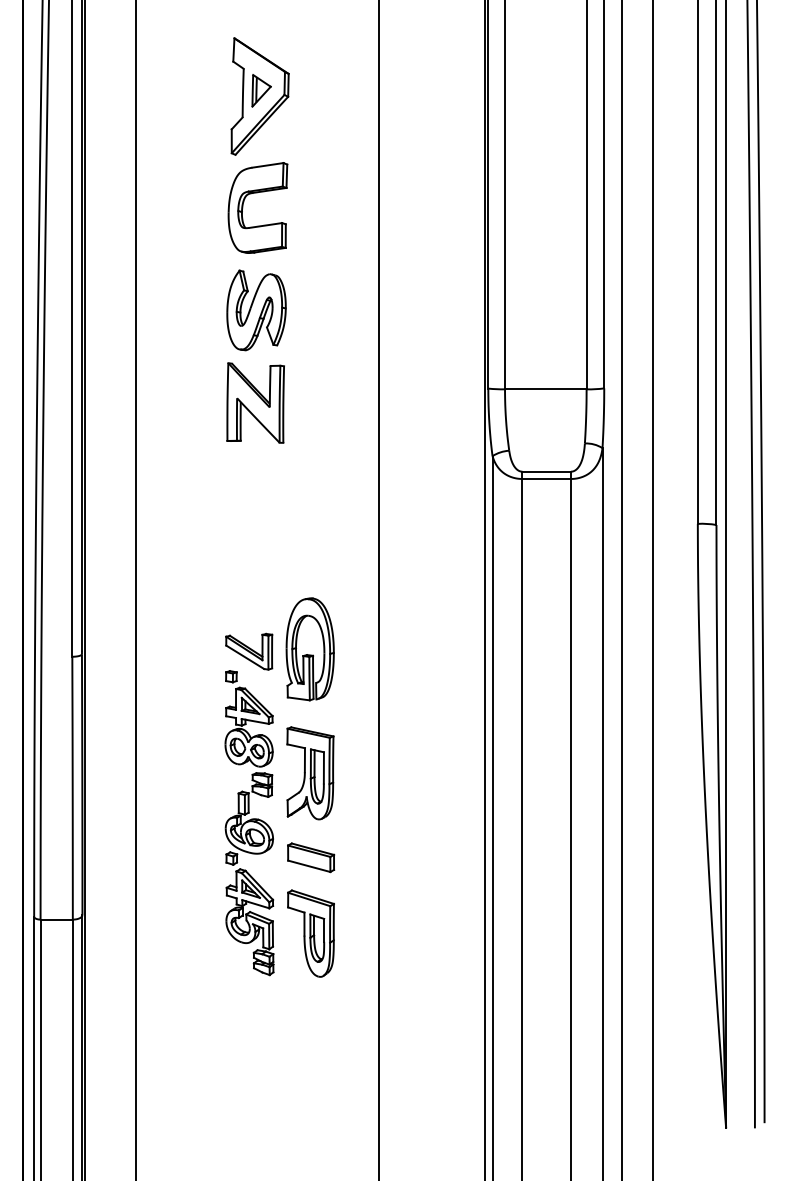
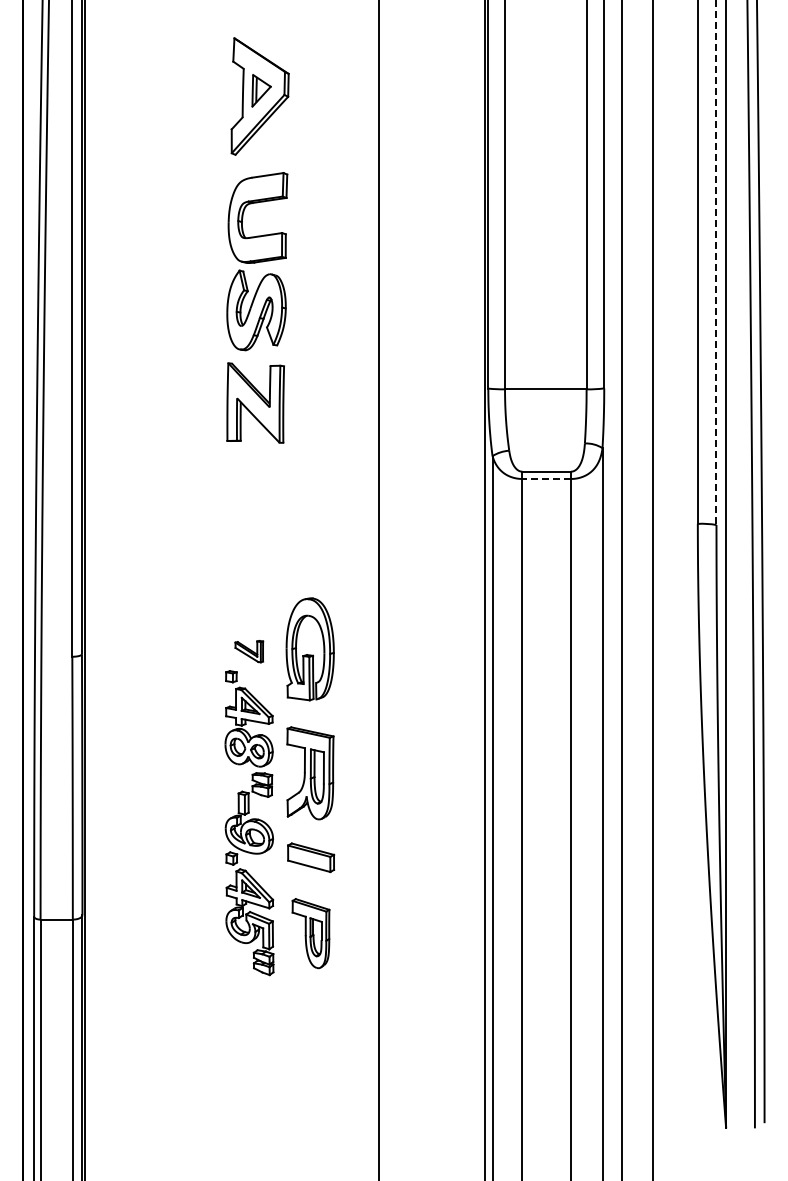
part at (244, 202) position: (244, 202) -> (244, 212)
line at (716, 263): solid -> dashed
line at (546, 478): solid -> dashed
line at (135, 589): present -> none
part at (249, 651) size: 49x39 px -> 31x24 px
part at (310, 933) size: 48x89 px -> 40x72 px
